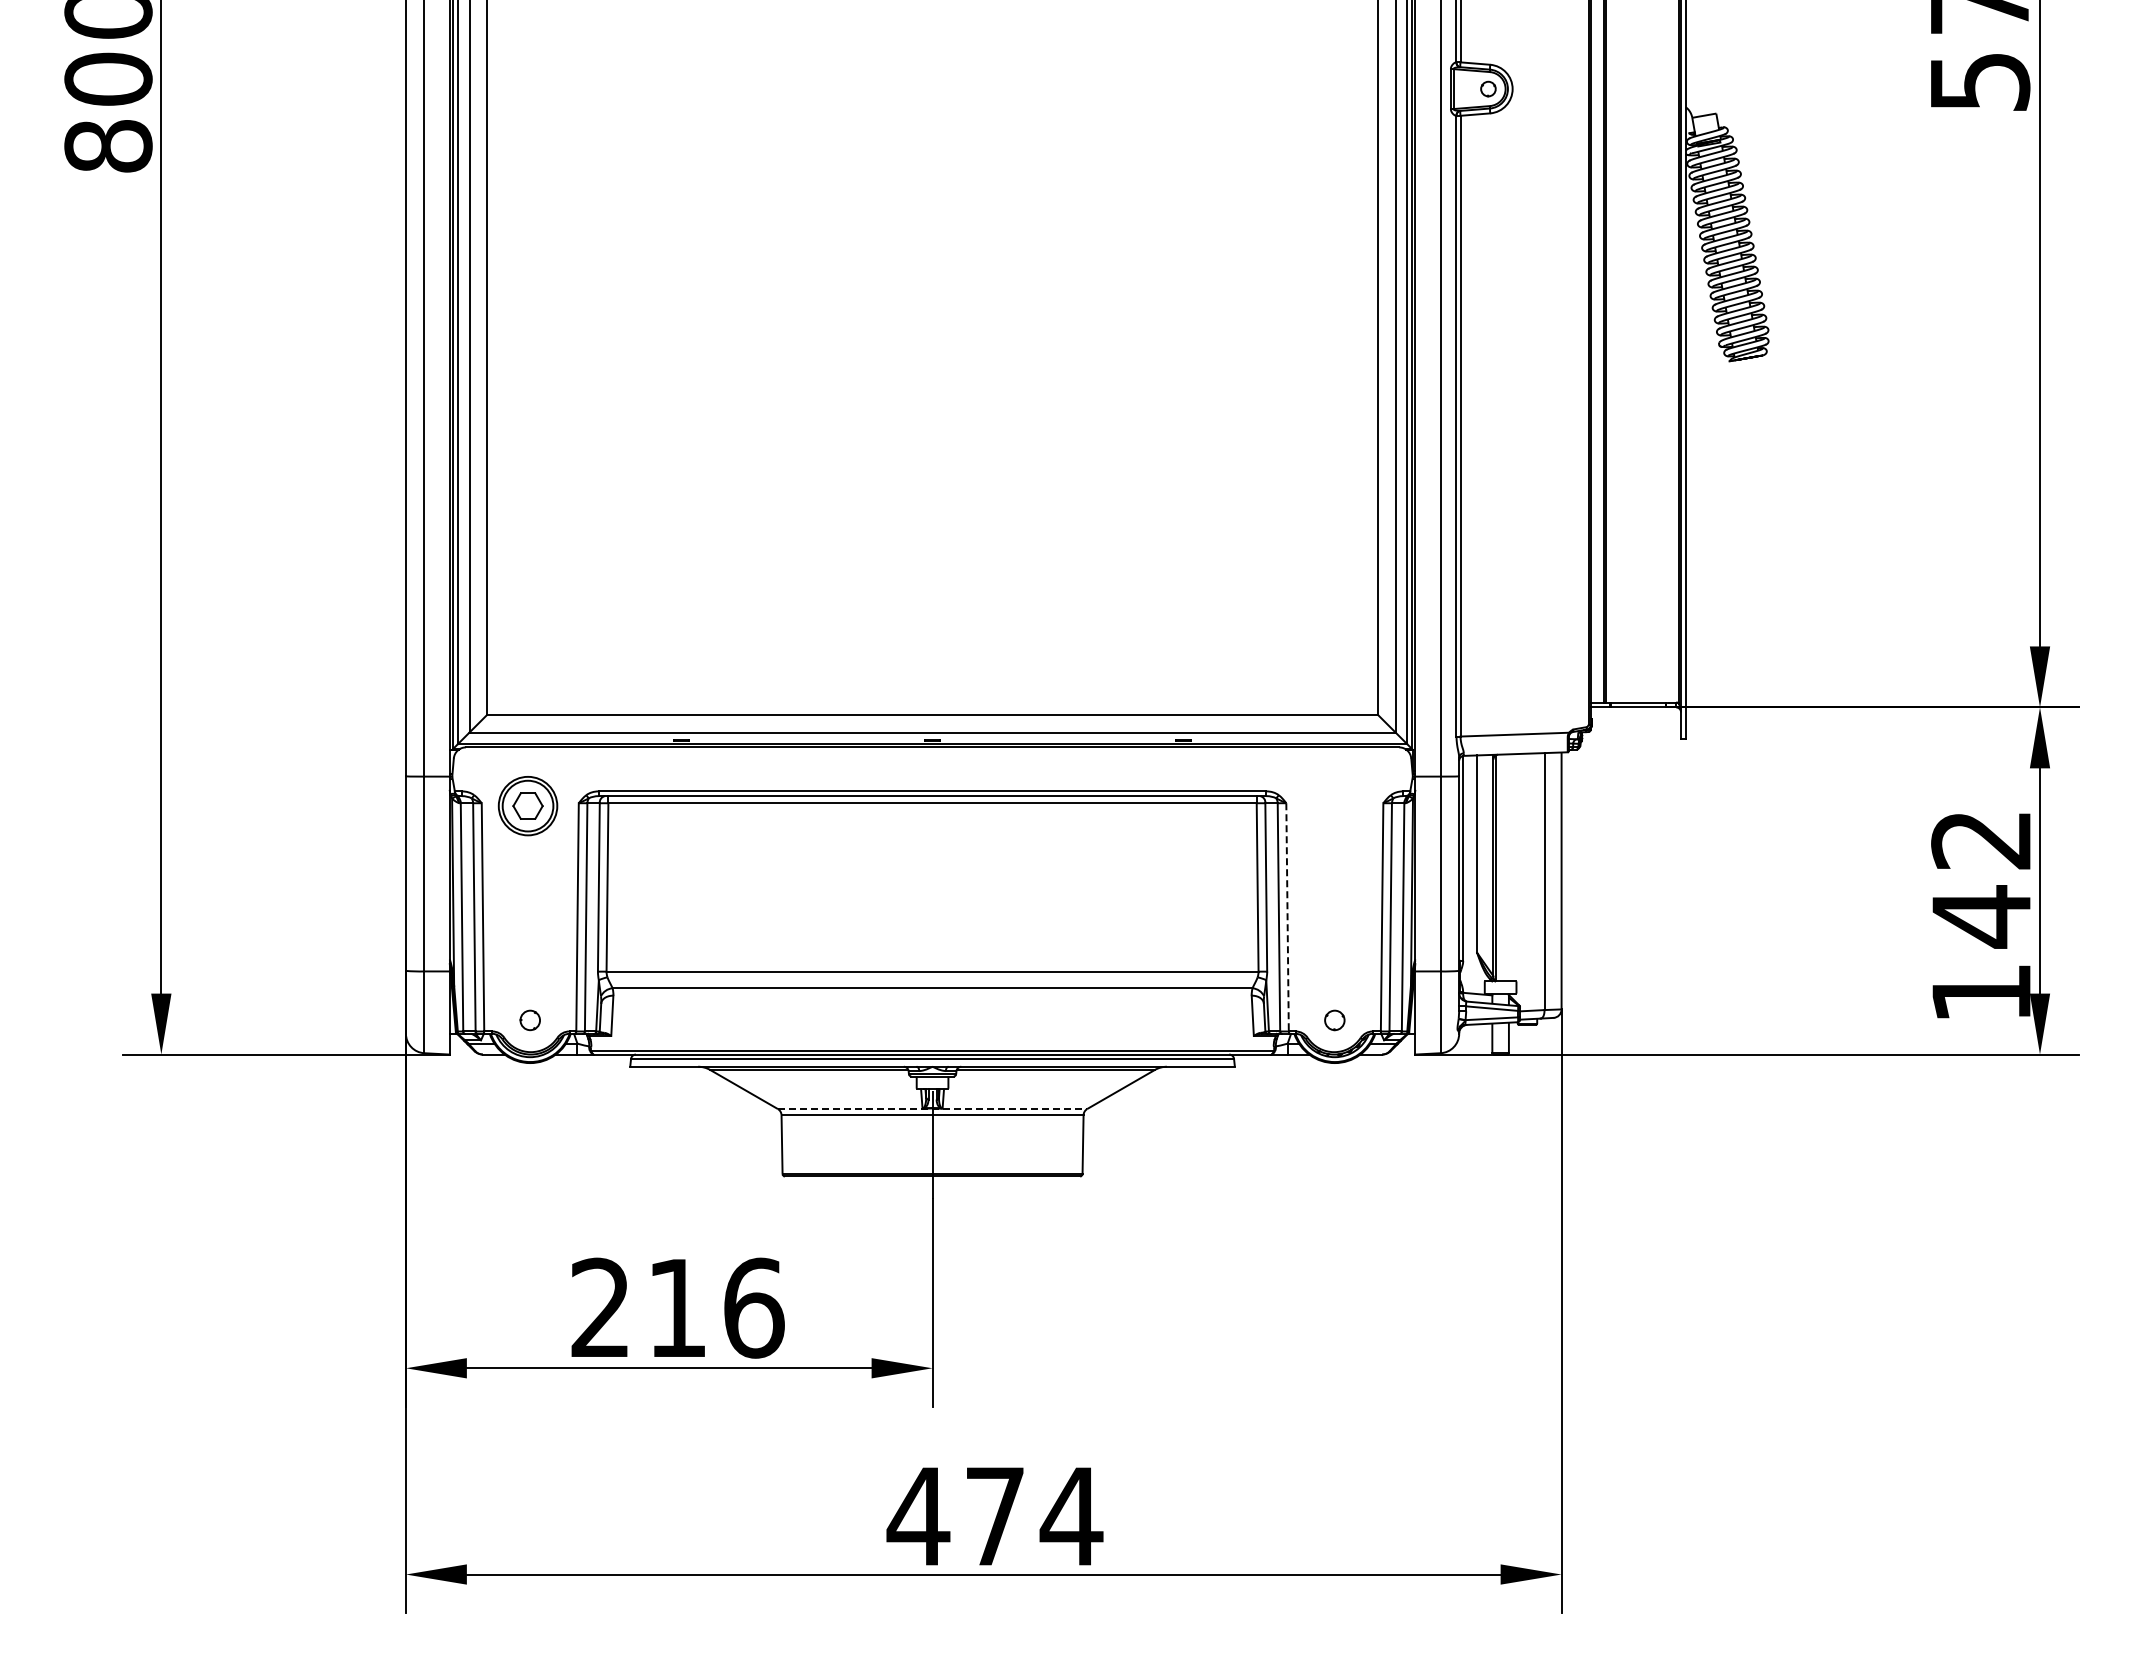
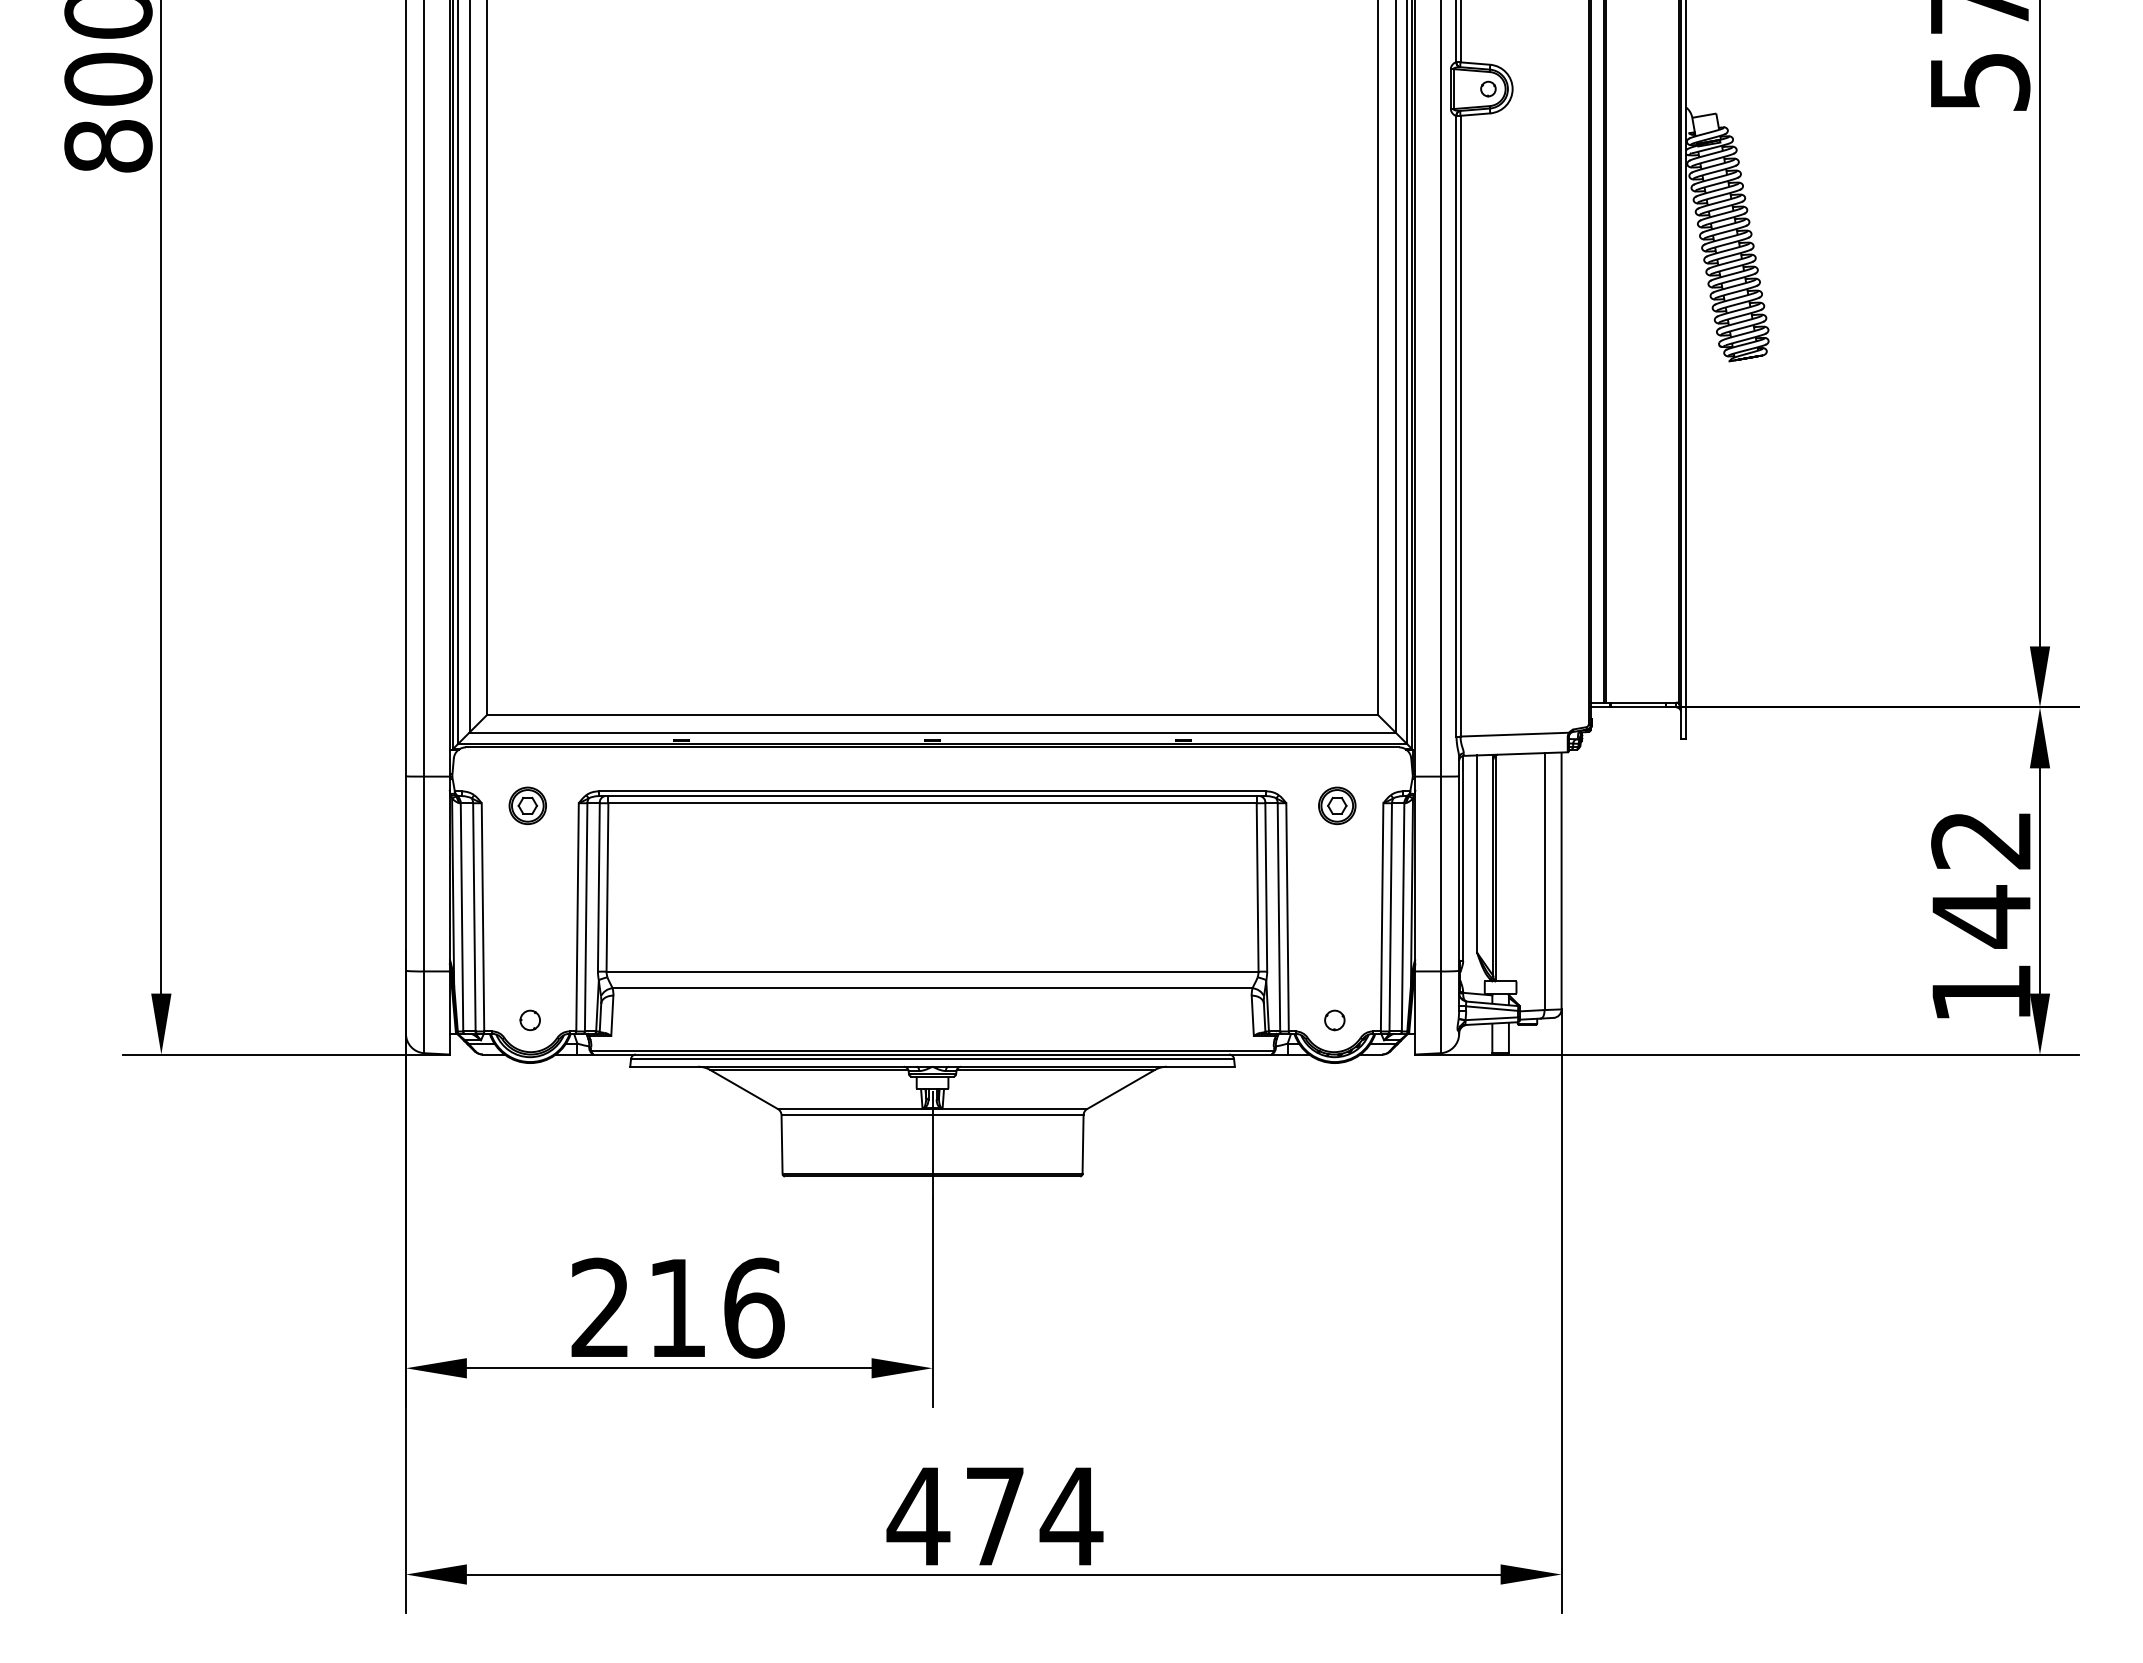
part at (1337, 805): none -> present
part at (527, 806) size: 62x61 px -> 39x39 px
line at (1287, 917): dashed -> solid
line at (932, 1109): dashed -> solid
